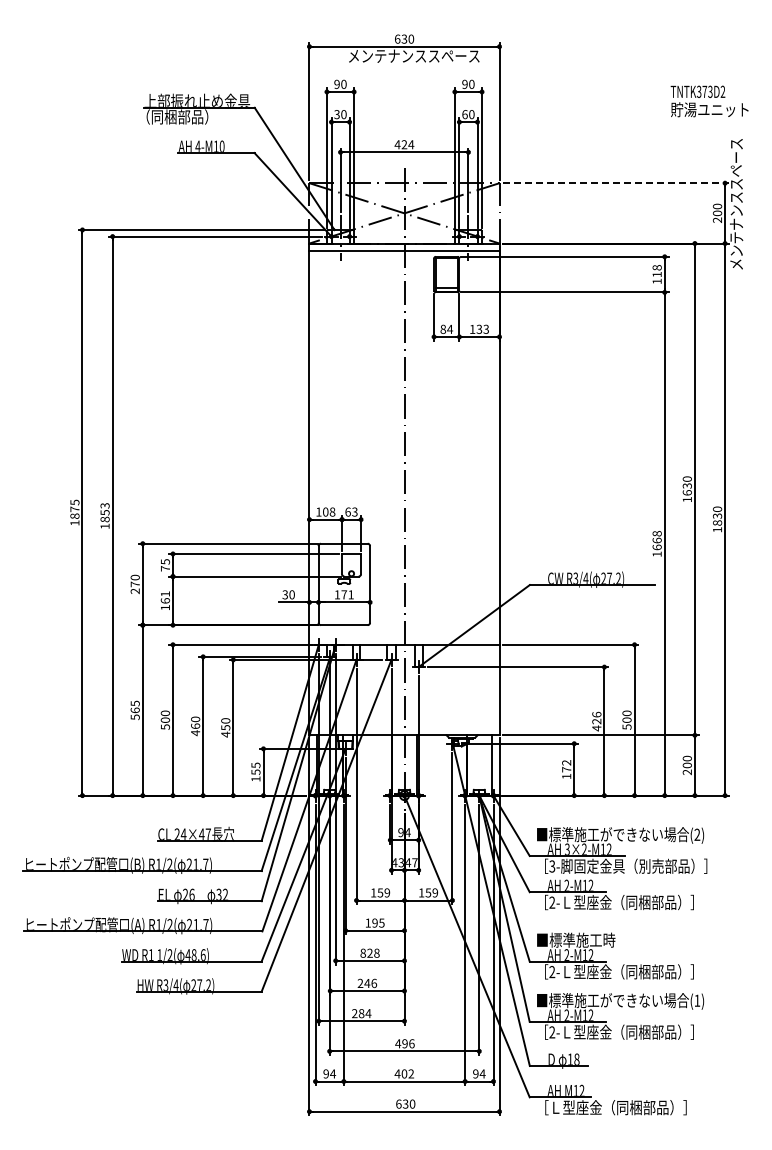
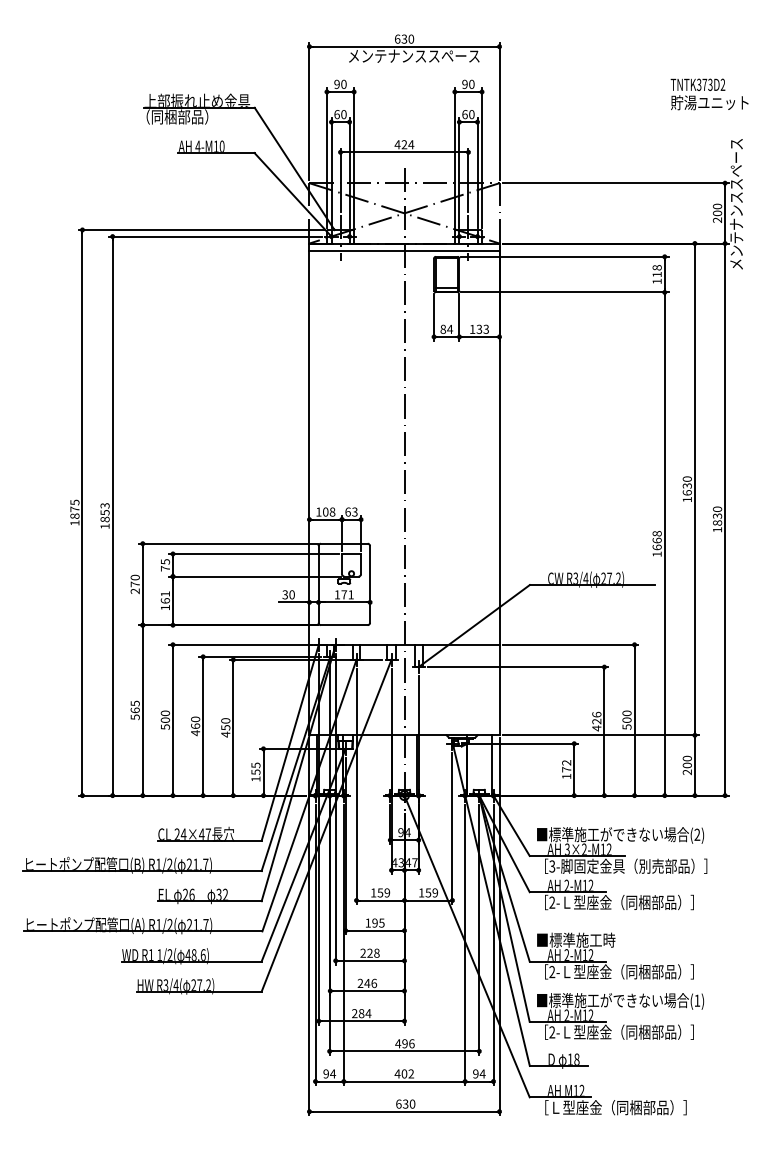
text at (709, 101) position: (709, 101) -> (709, 94)
text at (336, 114): 30 -> 60
line at (616, 183): dashed -> solid
text at (363, 952): 828 -> 228
